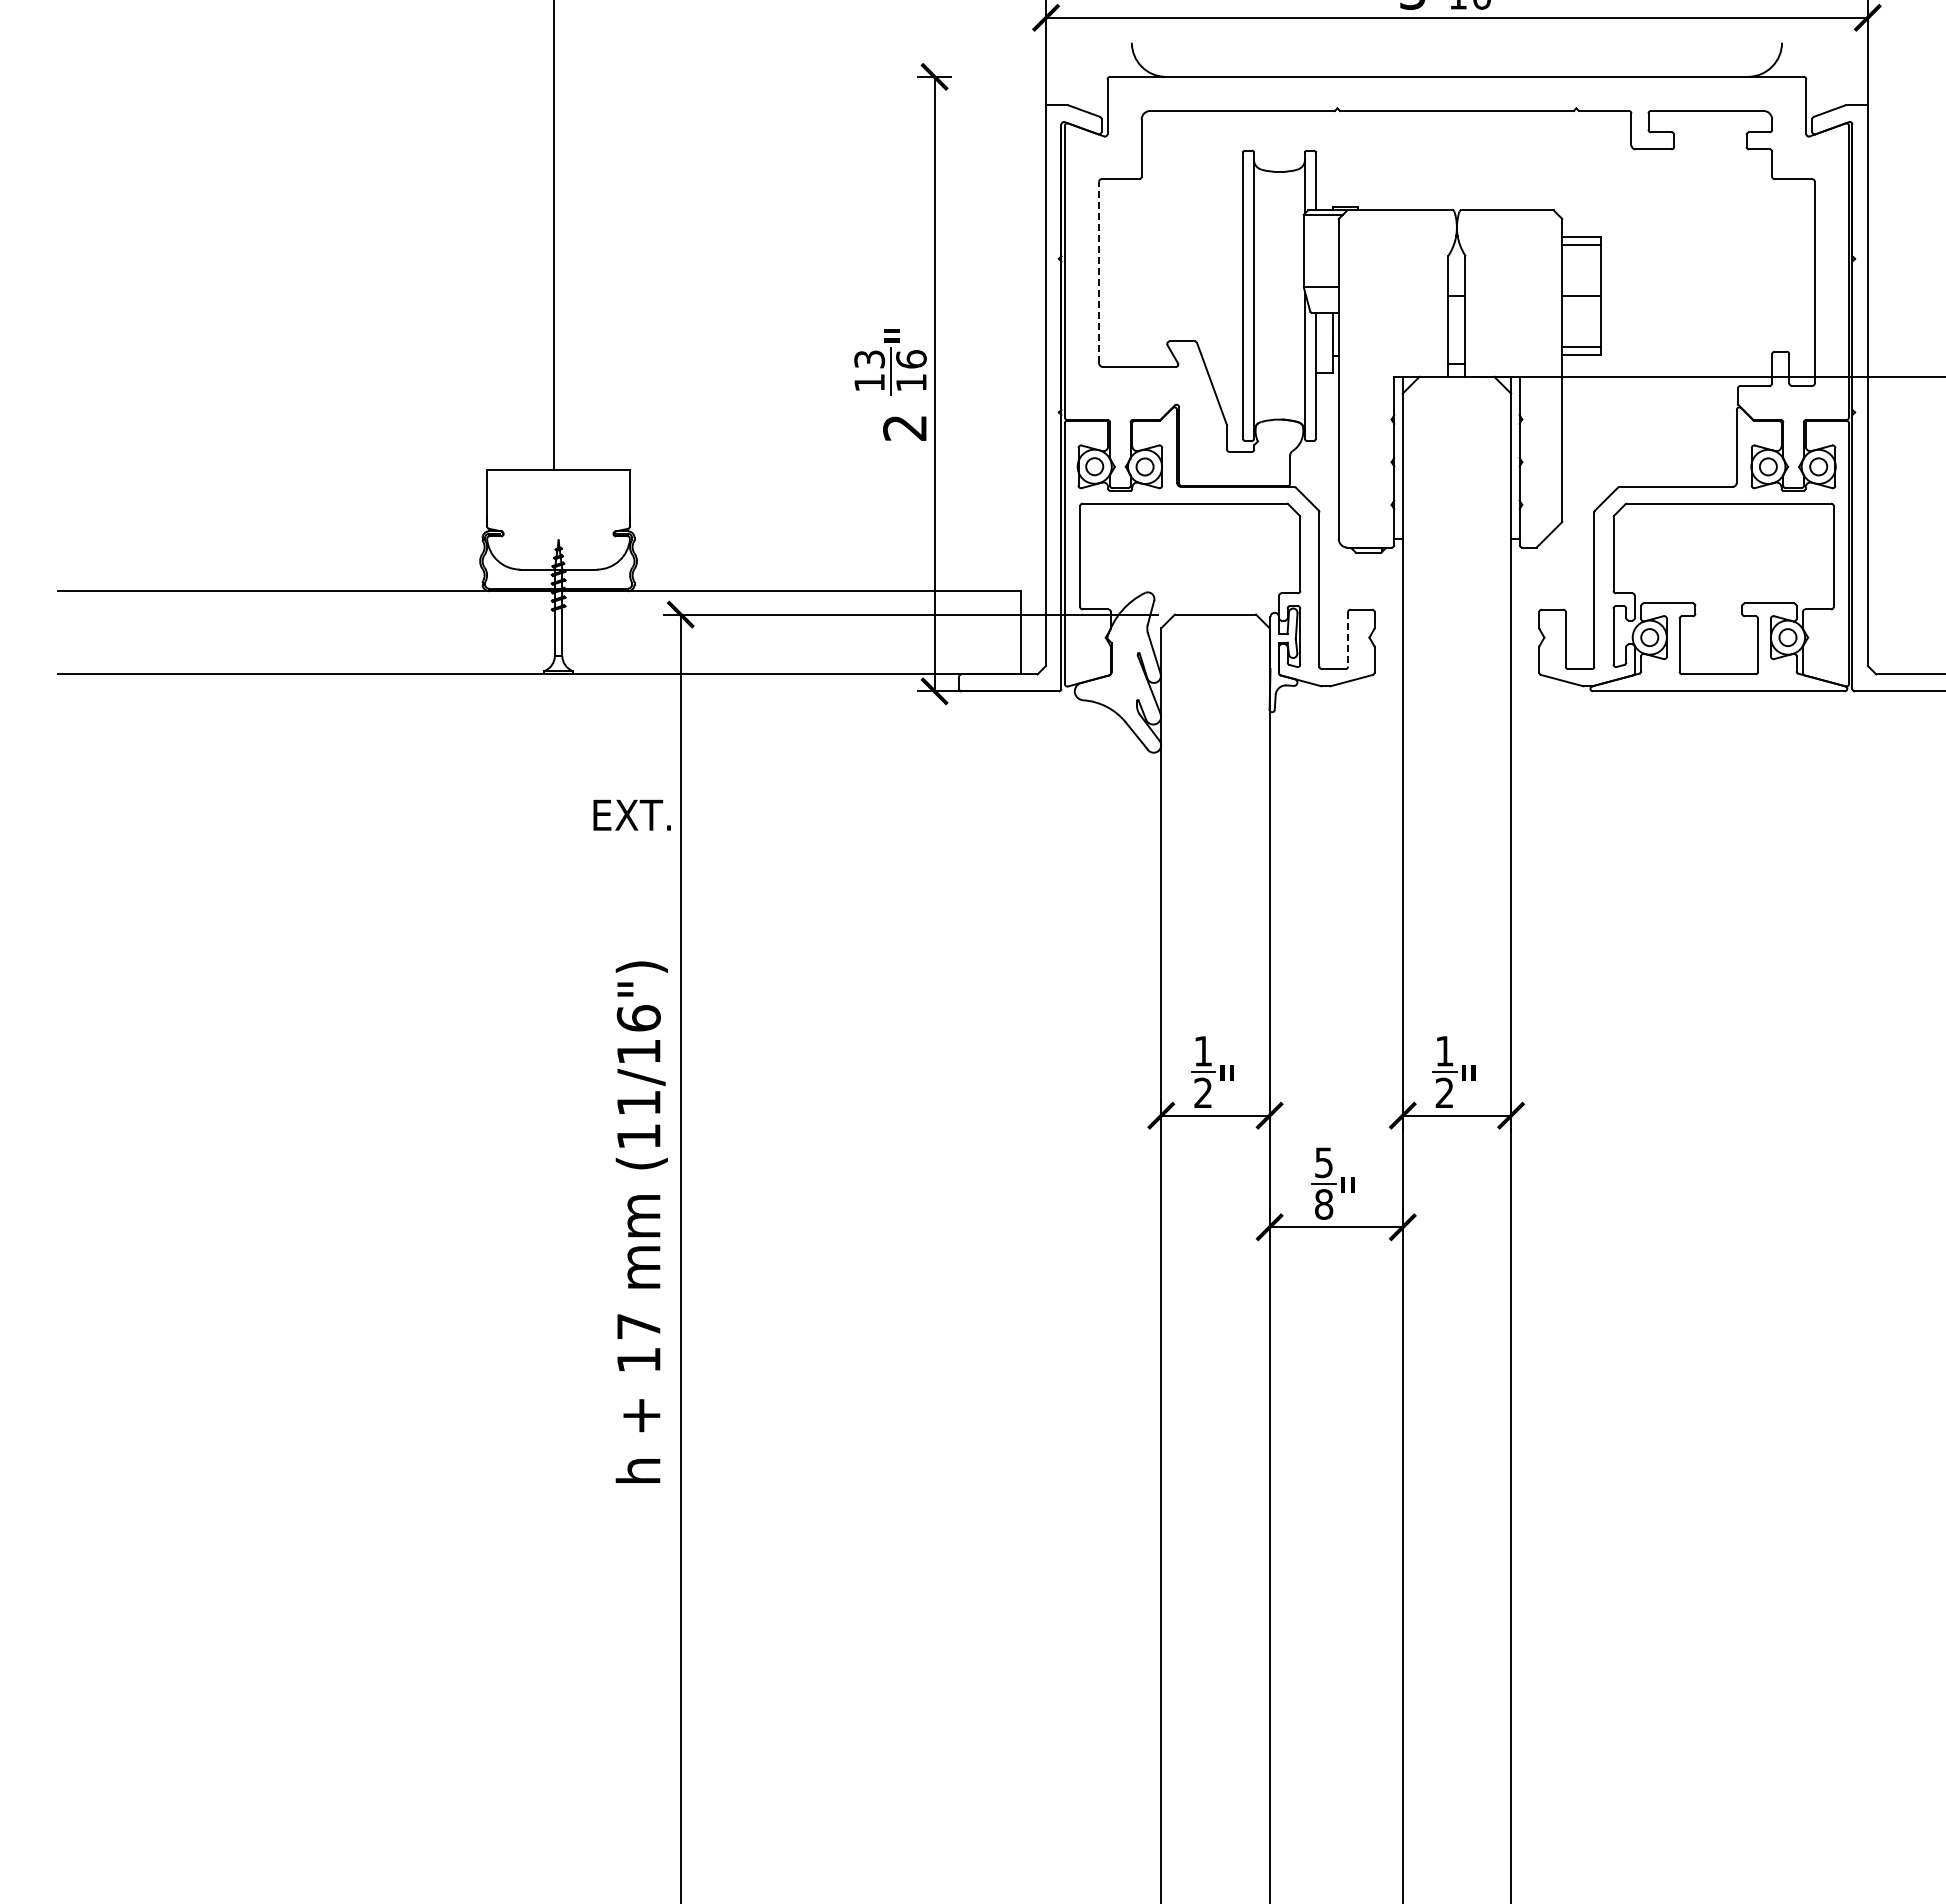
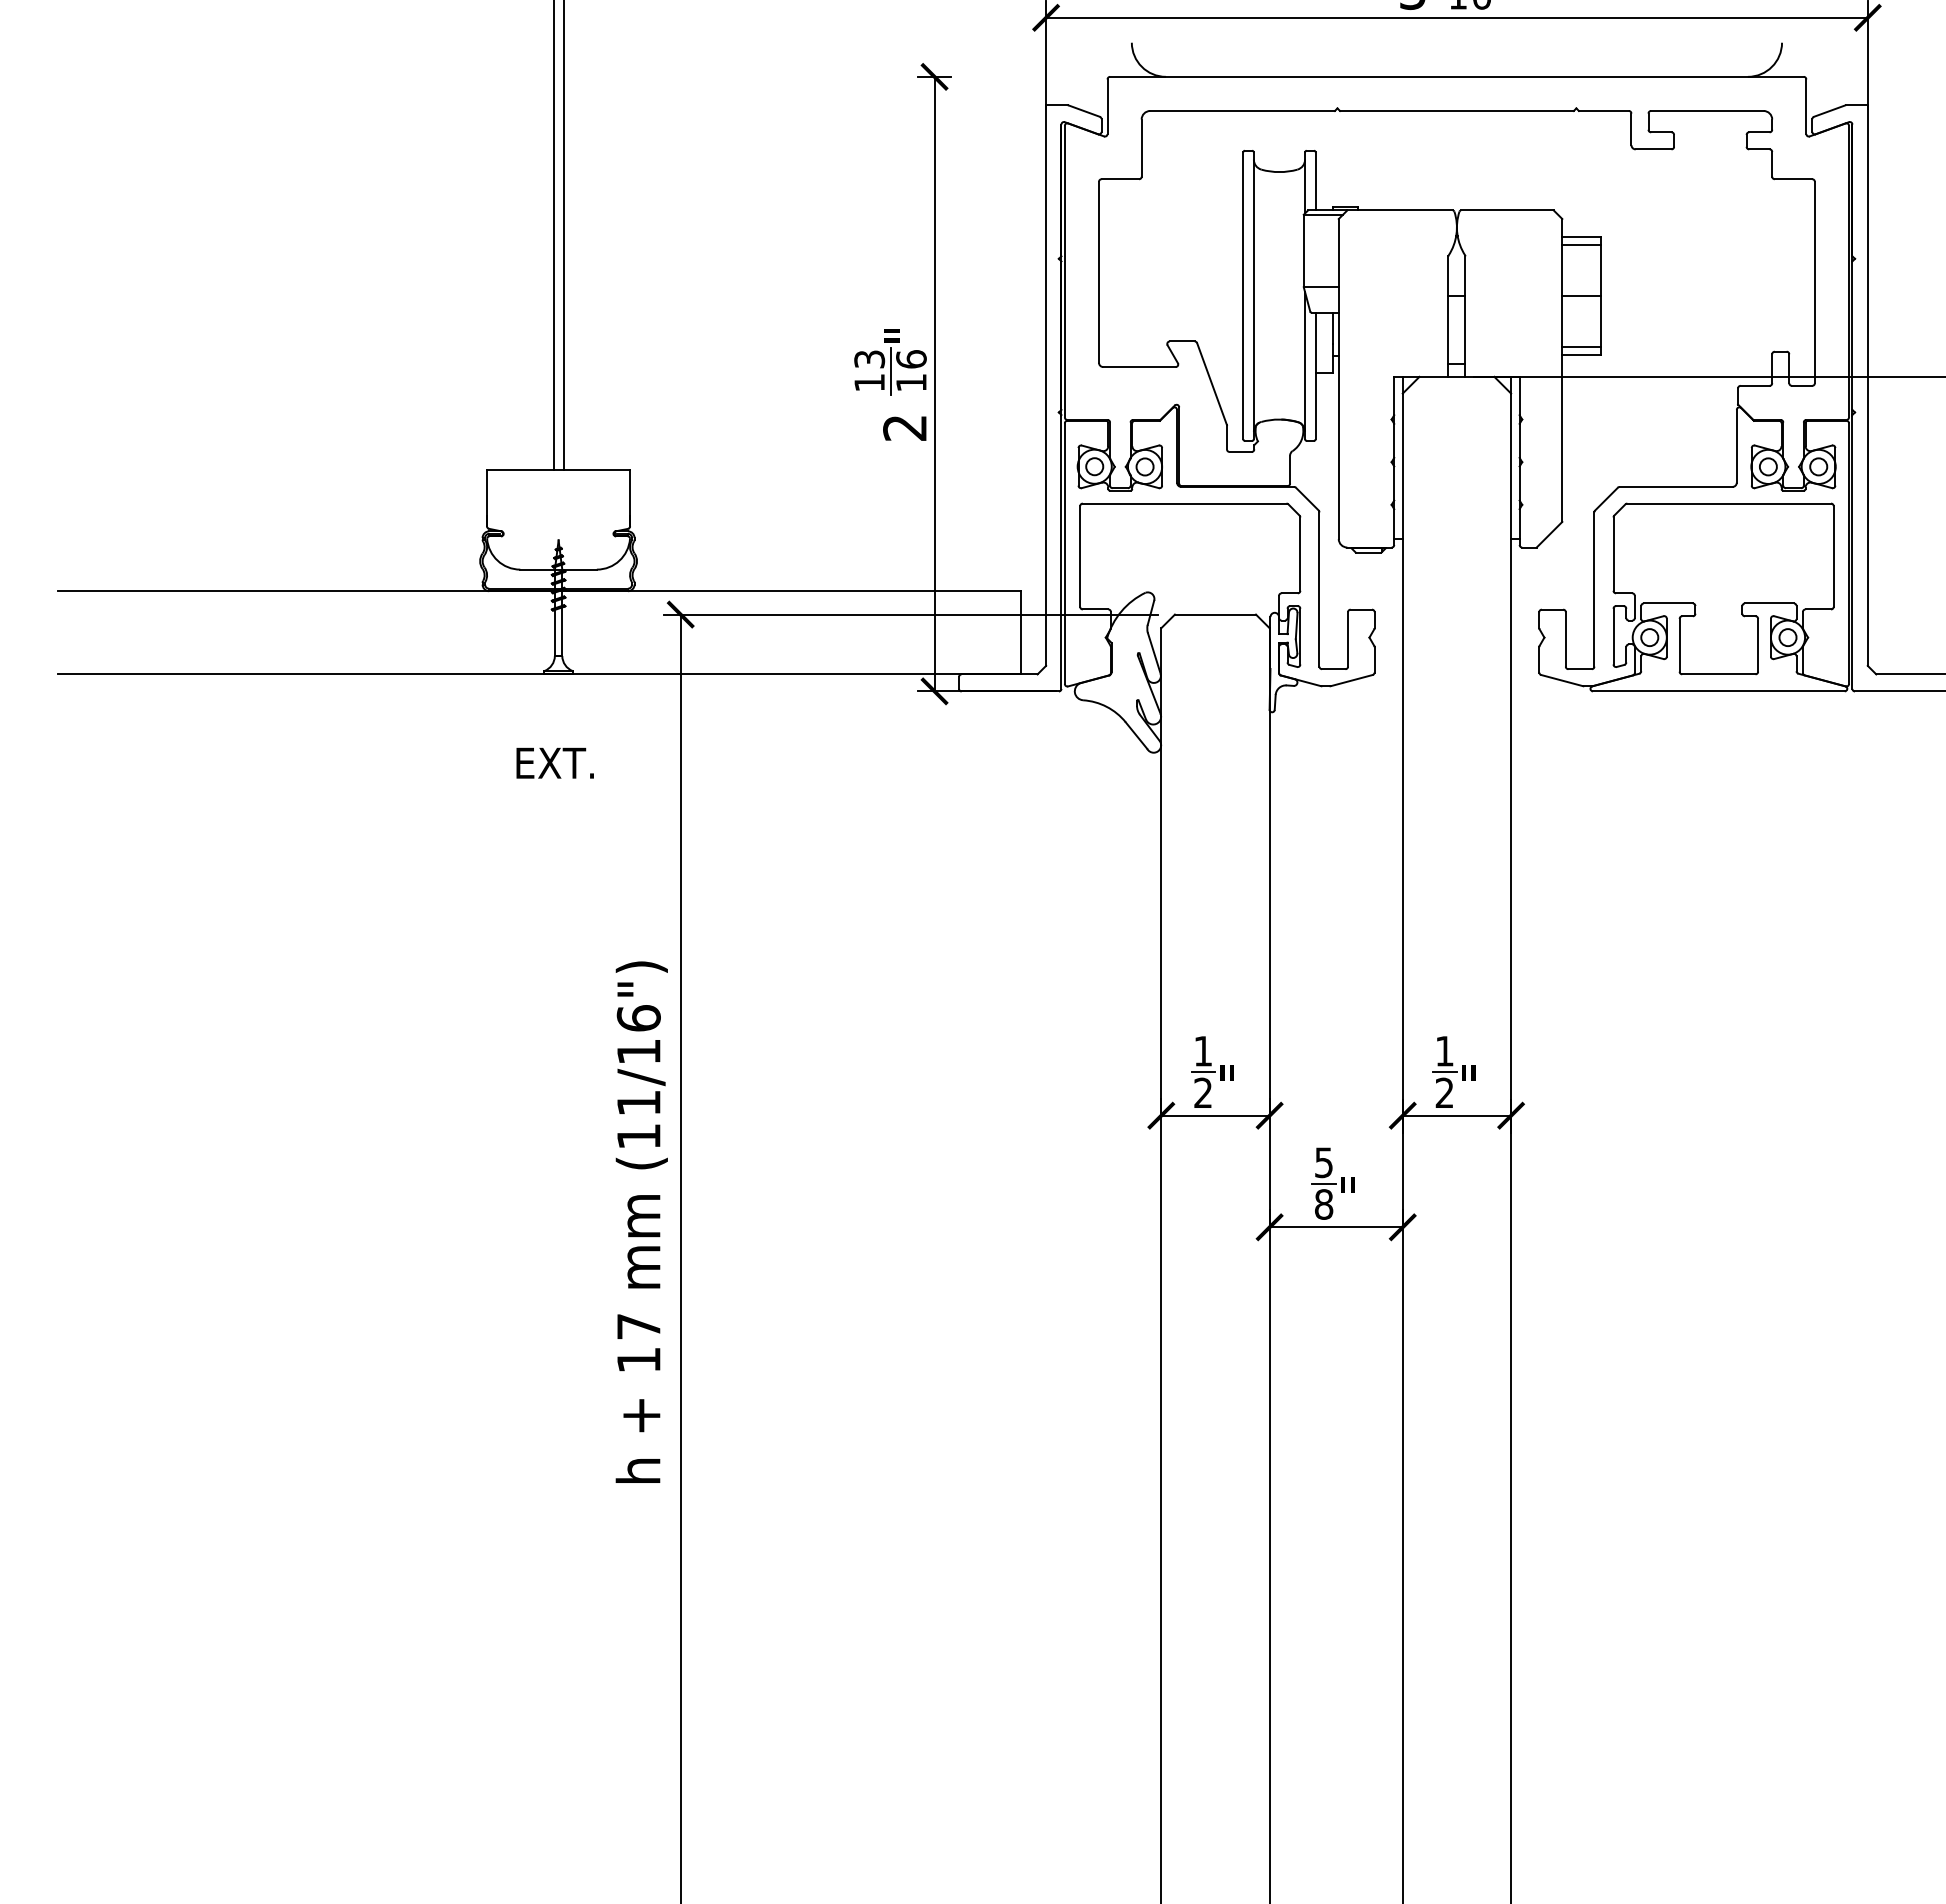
line at (563, 235): none -> present
line at (1099, 271): dashed -> solid
line at (1348, 639): dashed -> solid
text at (631, 814) position: (631, 814) -> (554, 762)
